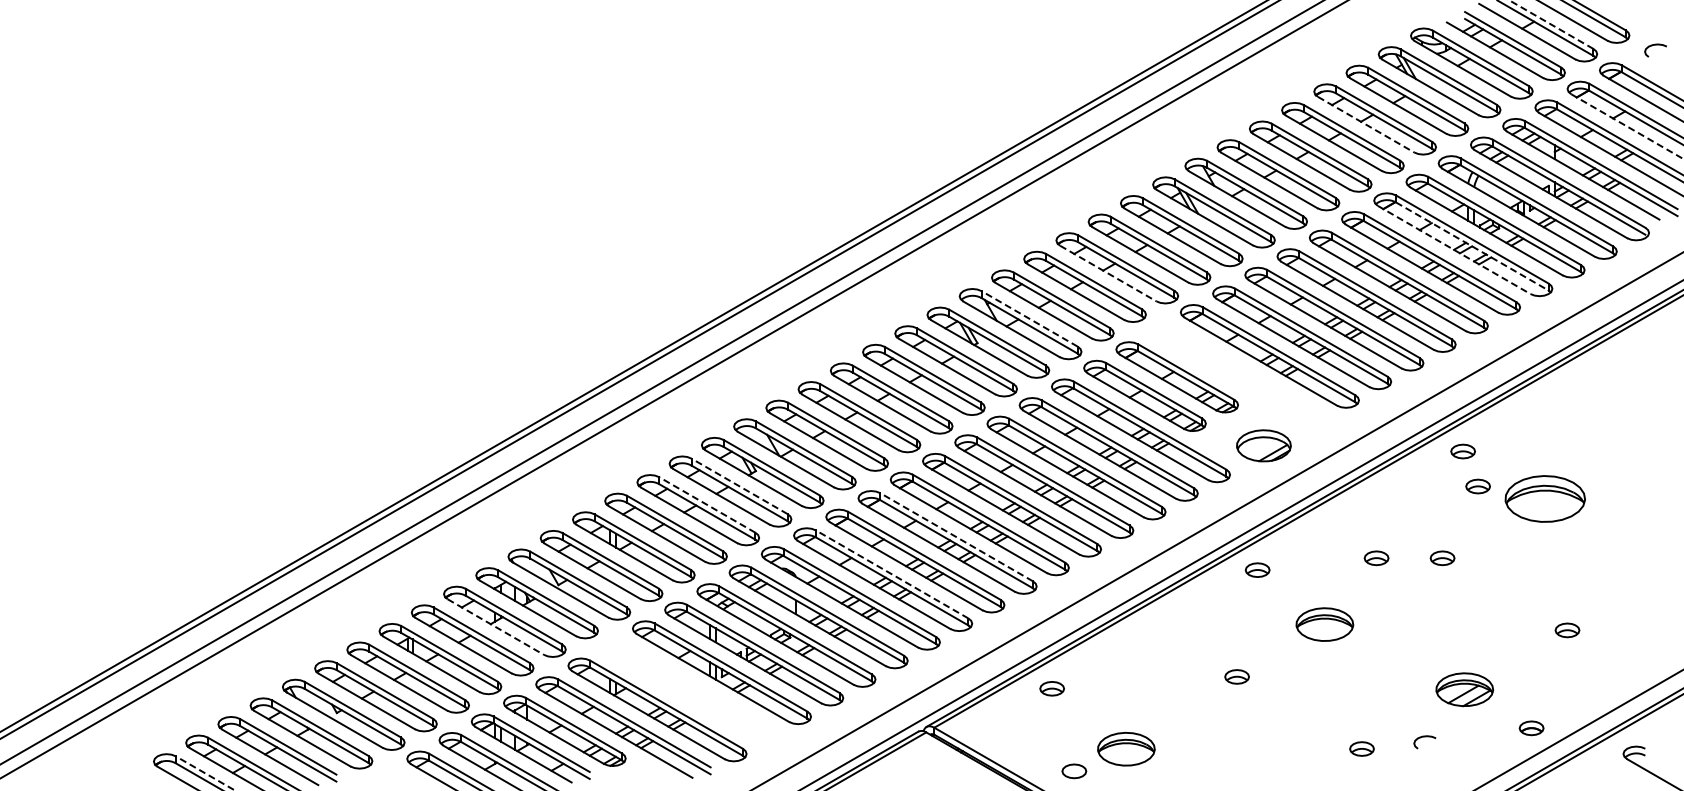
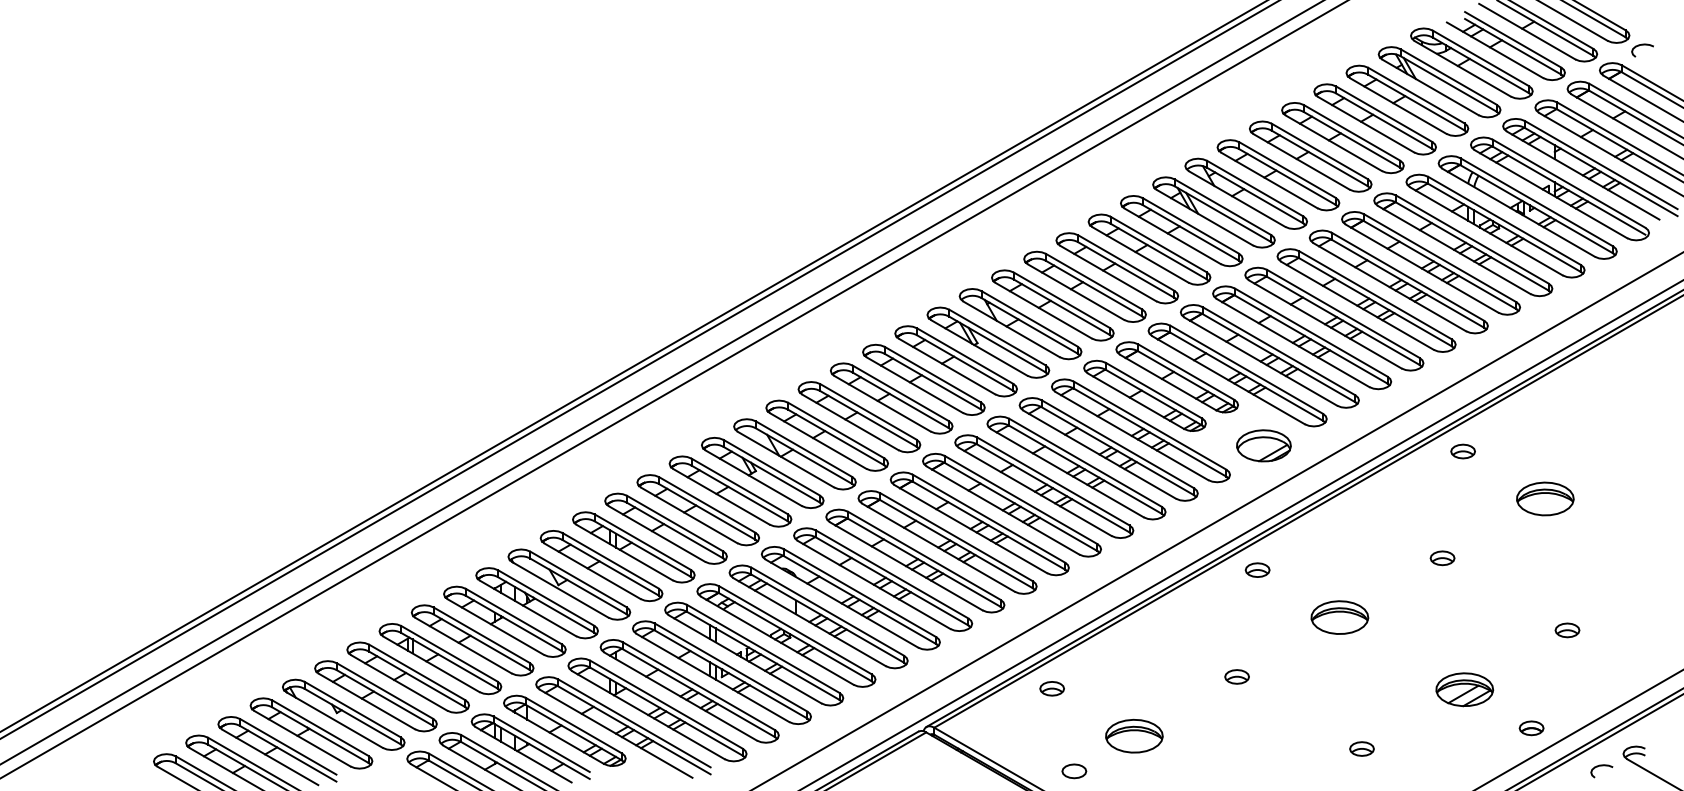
line at (1551, 24): dashed -> solid
curve at (1655, 45) position: (1655, 45) -> (1642, 45)
line at (1366, 124): dashed -> solid
line at (1627, 126): dashed -> solid
line at (1472, 246): dashed -> solid
line at (1454, 250): dashed -> solid
line at (1108, 273): dashed -> solid
line at (1029, 318): dashed -> solid
part at (1237, 374): none -> present
line at (739, 486): dashed -> solid
part at (1477, 486): present -> none
part at (1544, 498) size: 82x48 px -> 59x36 px
line at (707, 504): dashed -> solid
line at (956, 536): dashed -> solid
part at (1376, 558): present -> none
line at (891, 574): dashed -> solid
part at (1324, 624) position: (1324, 624) -> (1339, 617)
line at (495, 627): dashed -> solid
part at (689, 691): none -> present
curve at (1424, 737) position: (1424, 737) -> (1601, 766)
part at (1126, 748) position: (1126, 748) -> (1134, 735)
line at (204, 773): dashed -> solid
